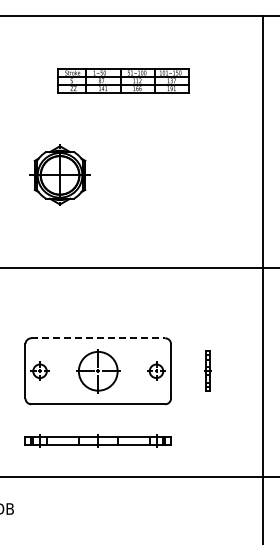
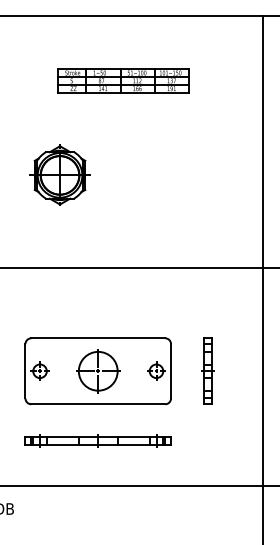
line at (98, 338): dashed -> solid
part at (207, 370) size: 8x42 px -> 14x68 px
line at (139, 477) position: (139, 477) -> (139, 486)
